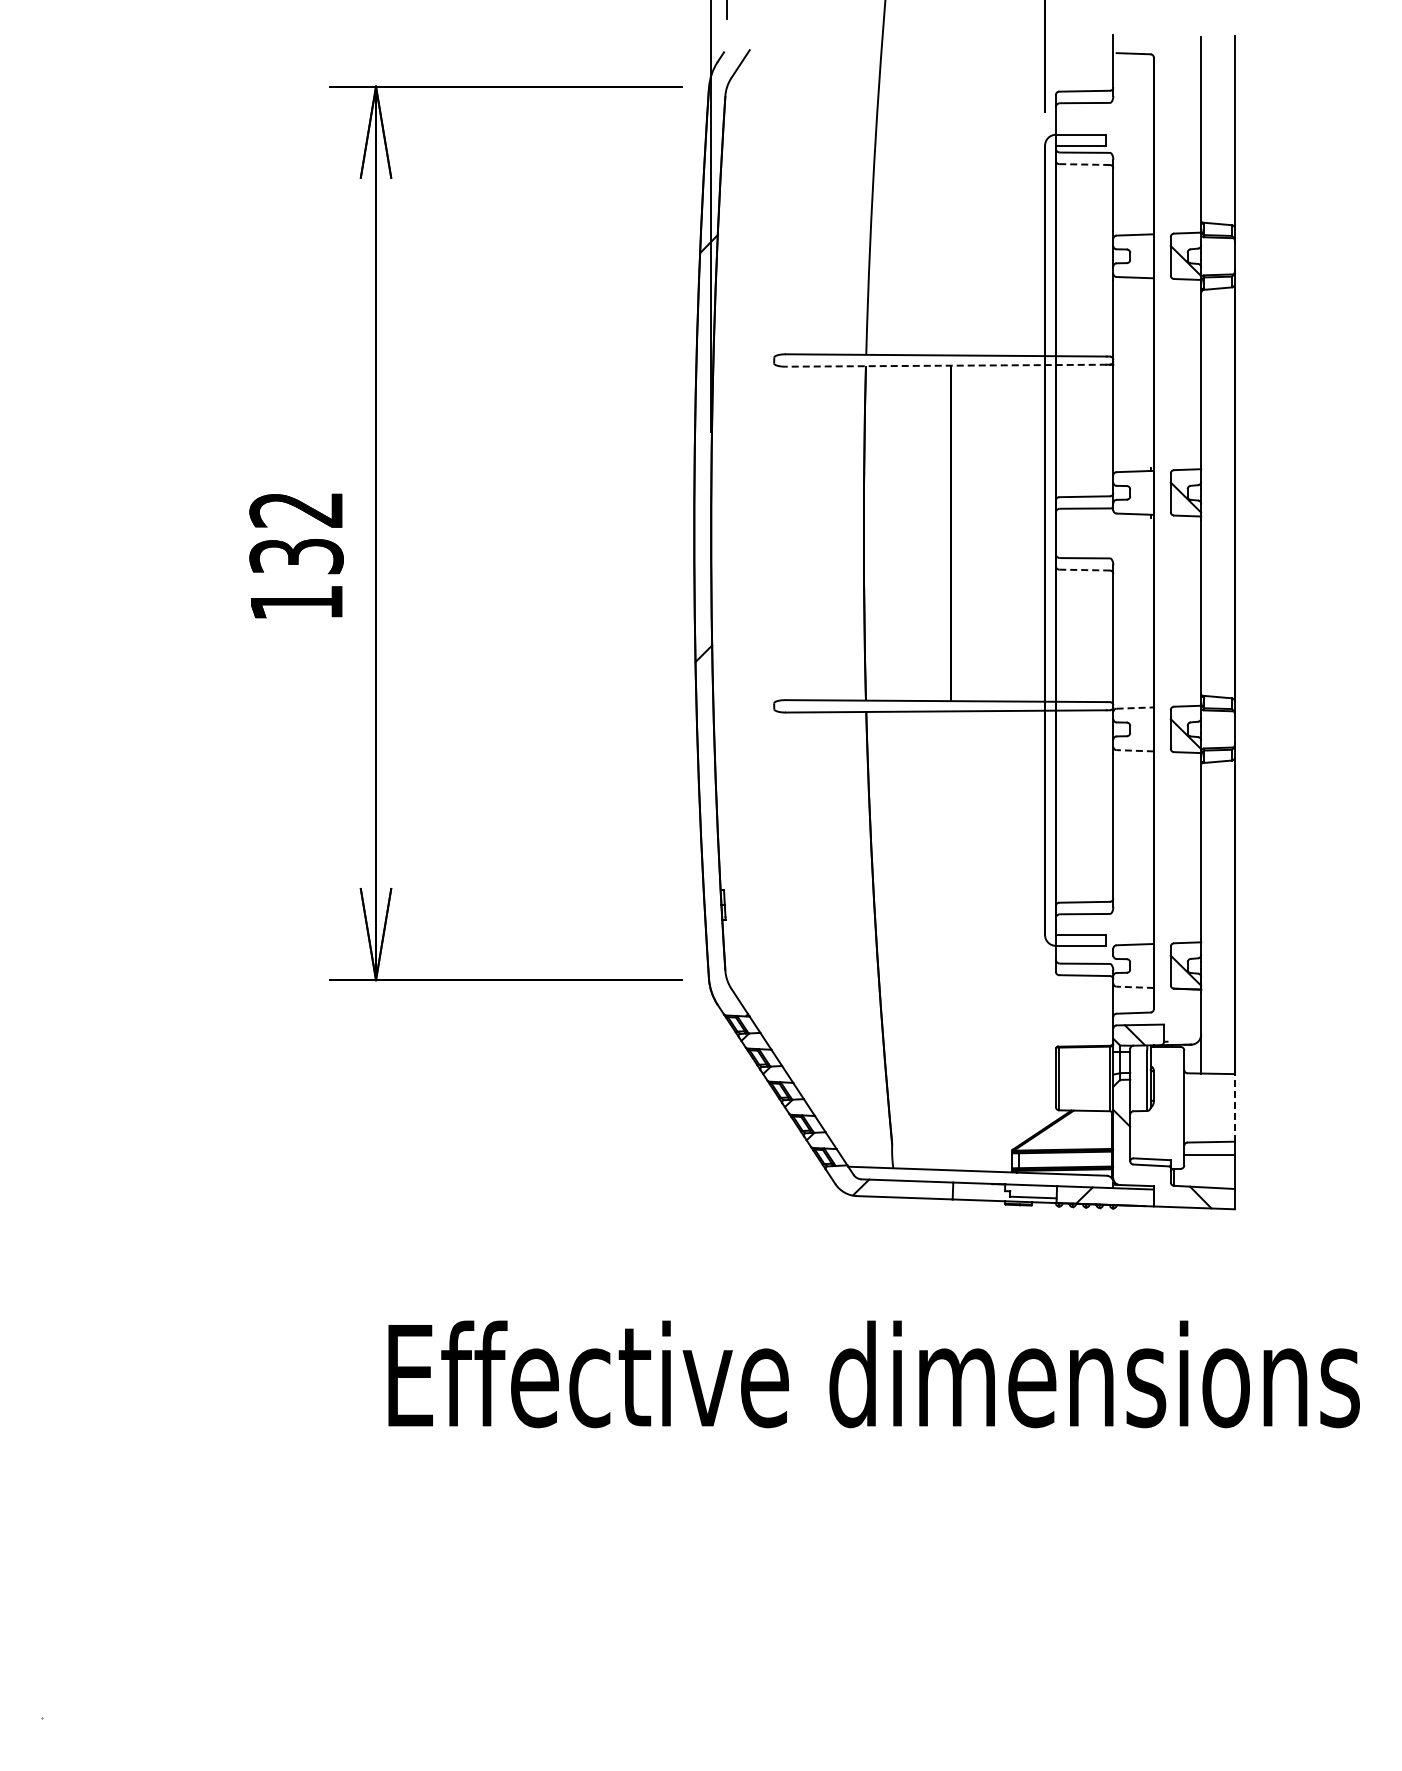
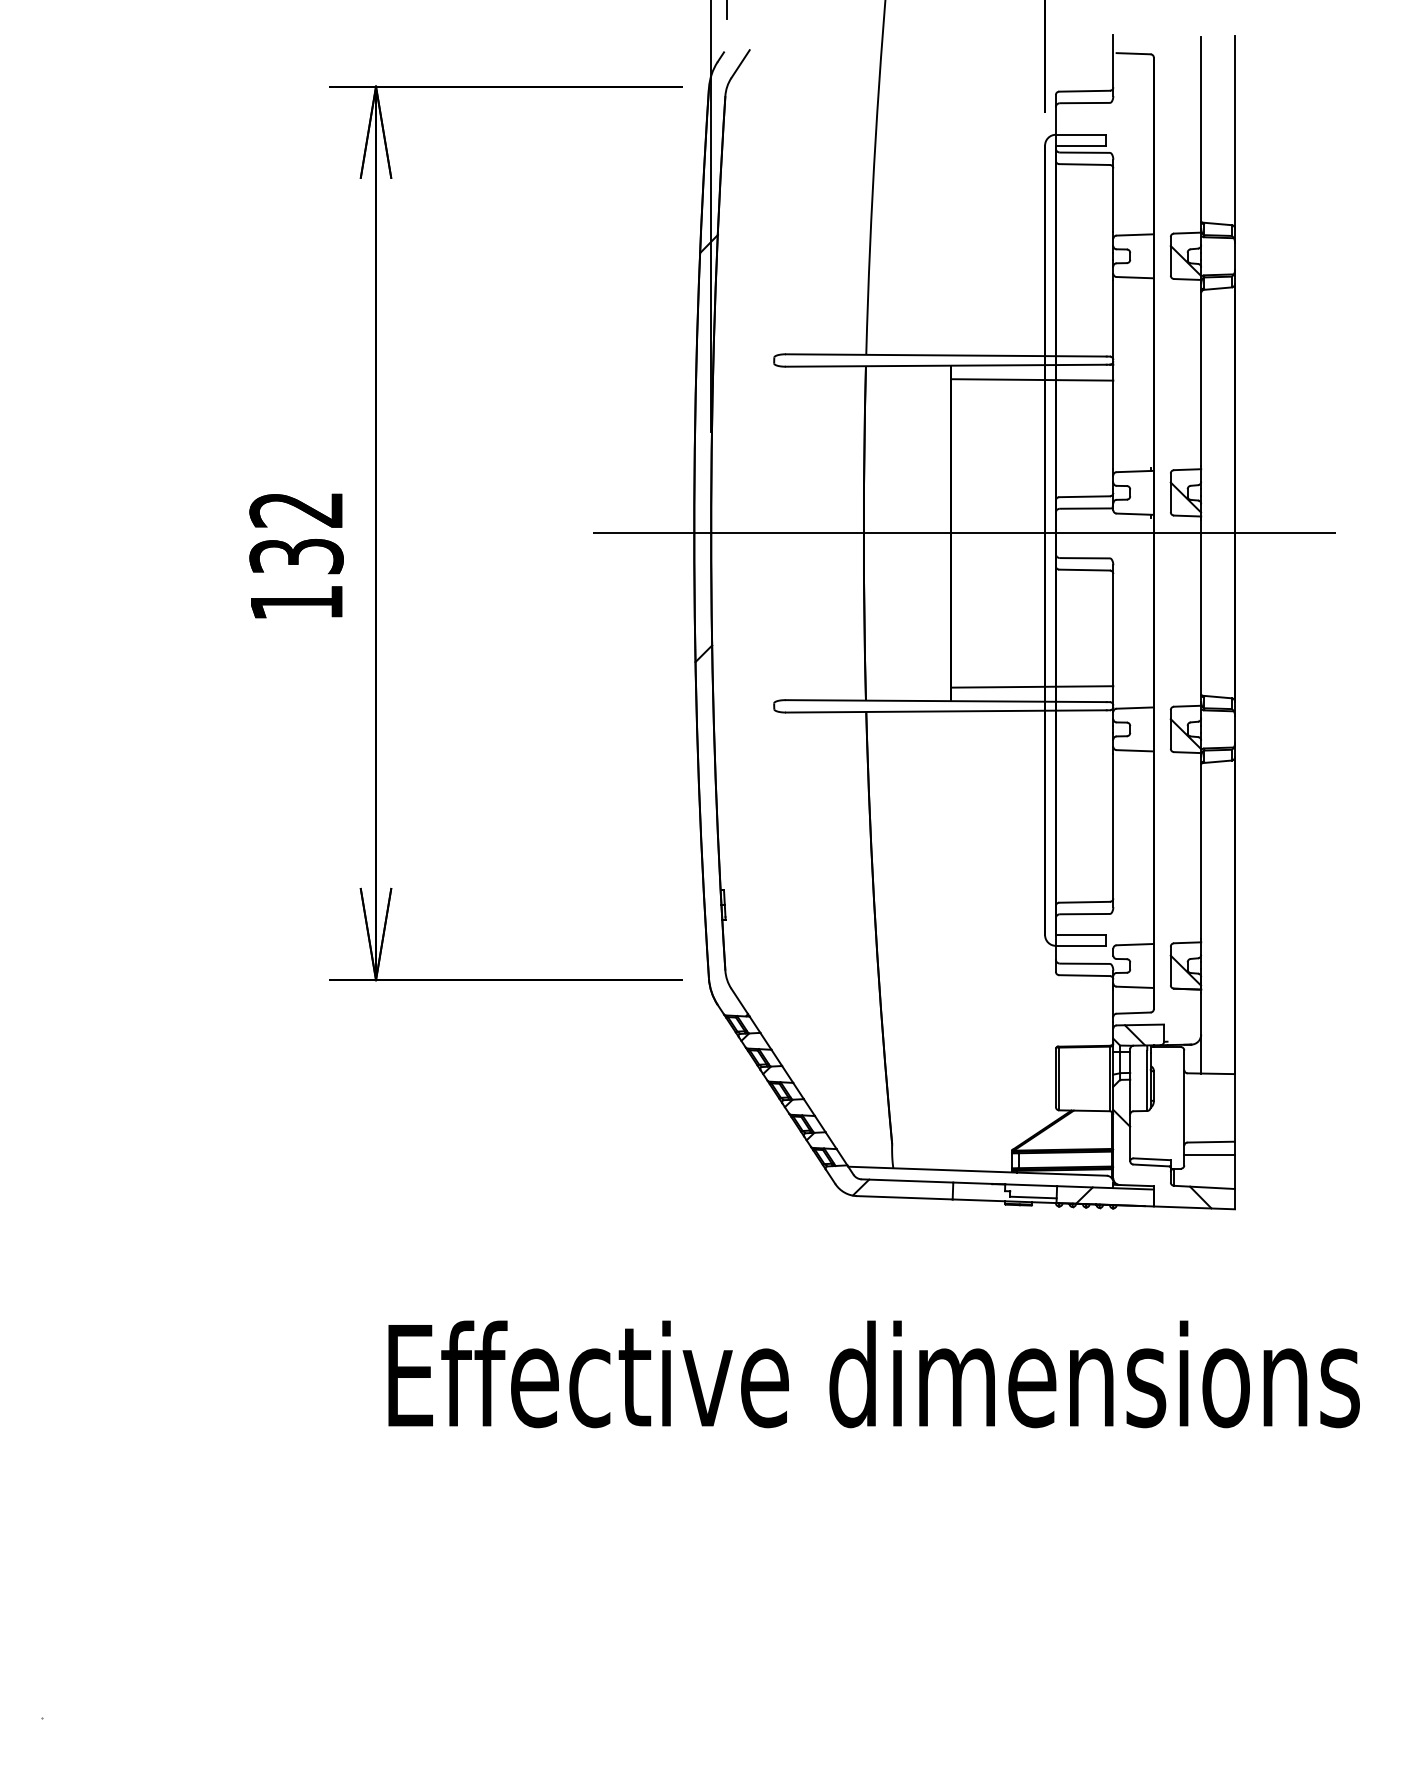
line at (1085, 164): dashed -> solid
line at (946, 365): dashed -> solid
line at (1032, 379): none -> present
line at (964, 533): none -> present
line at (1085, 570): dashed -> solid
line at (1032, 686): none -> present
line at (1135, 708): dashed -> solid
line at (1135, 750): dashed -> solid
line at (1135, 987): dashed -> solid
line at (1234, 1107): dashed -> solid
